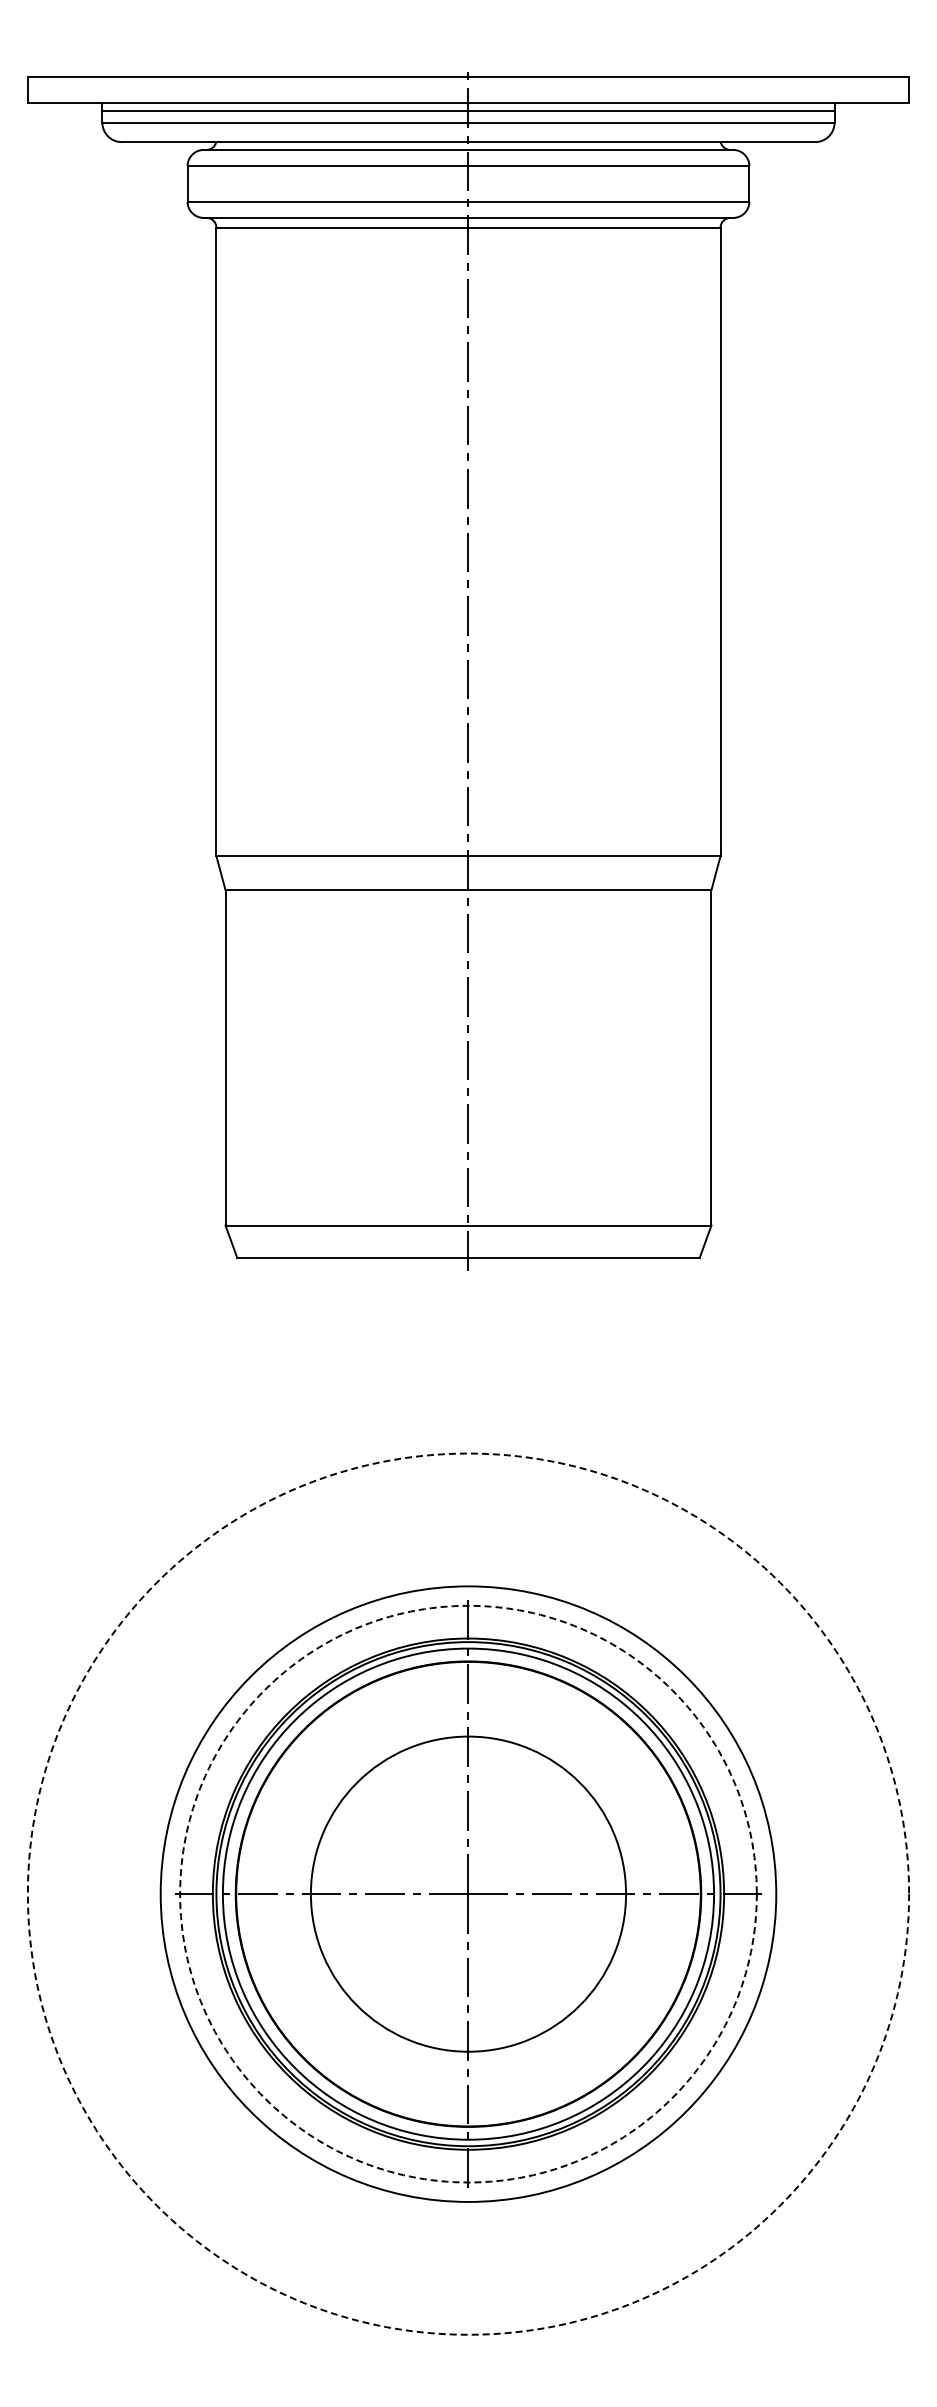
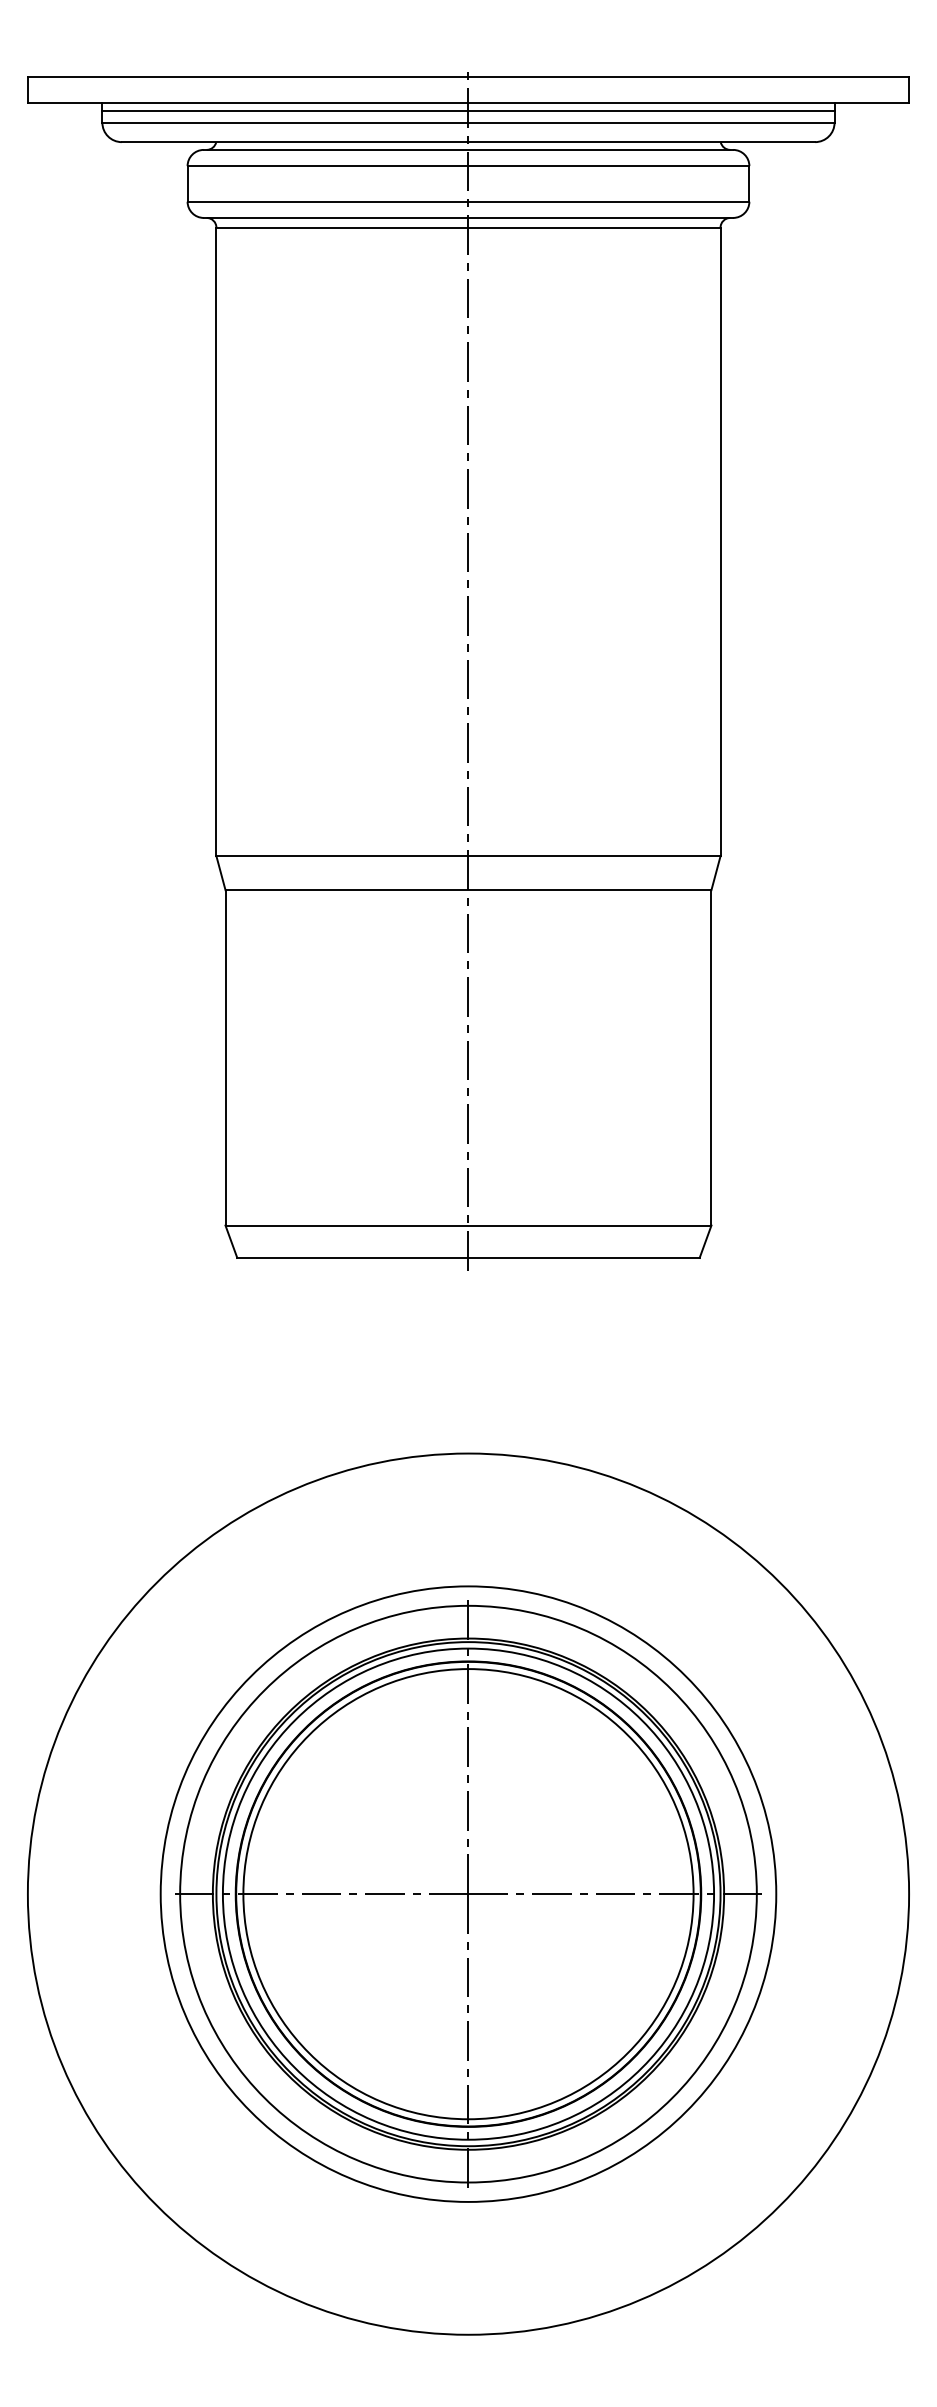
circle at (468, 1893) diameter: 315 px -> 450 px
circle at (468, 1893): dashed -> solid
circle at (468, 1893): dashed -> solid
